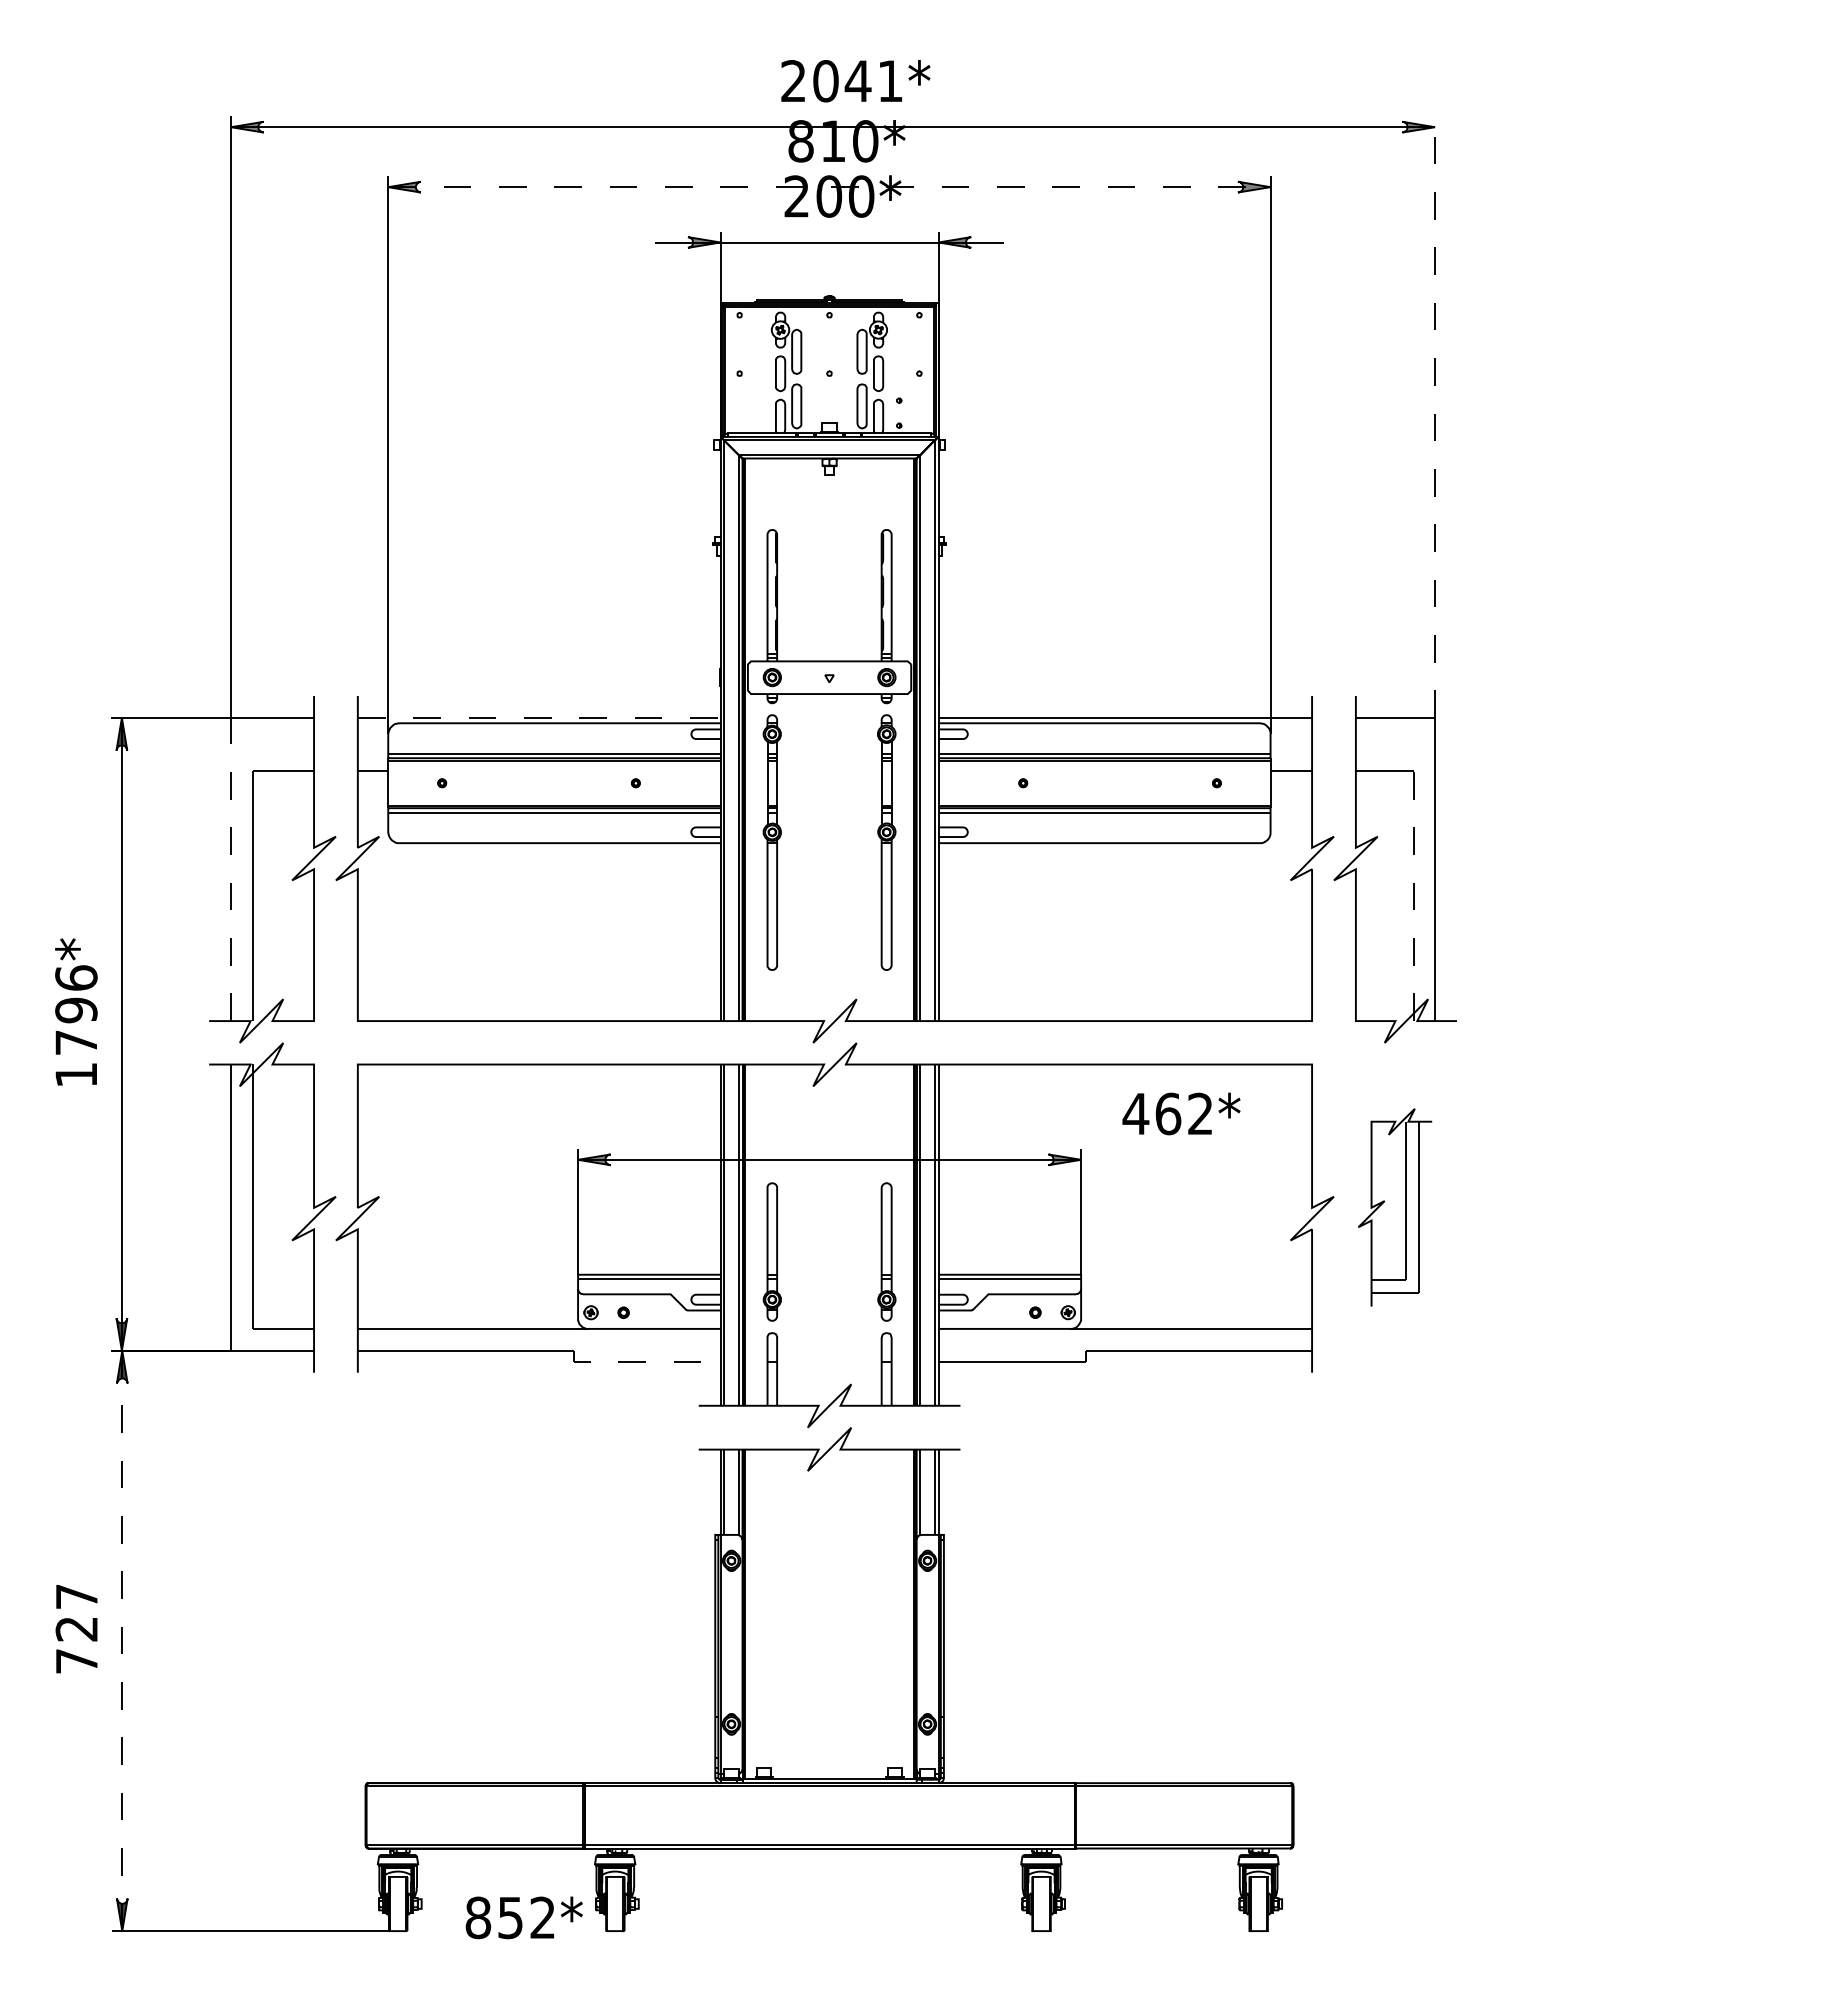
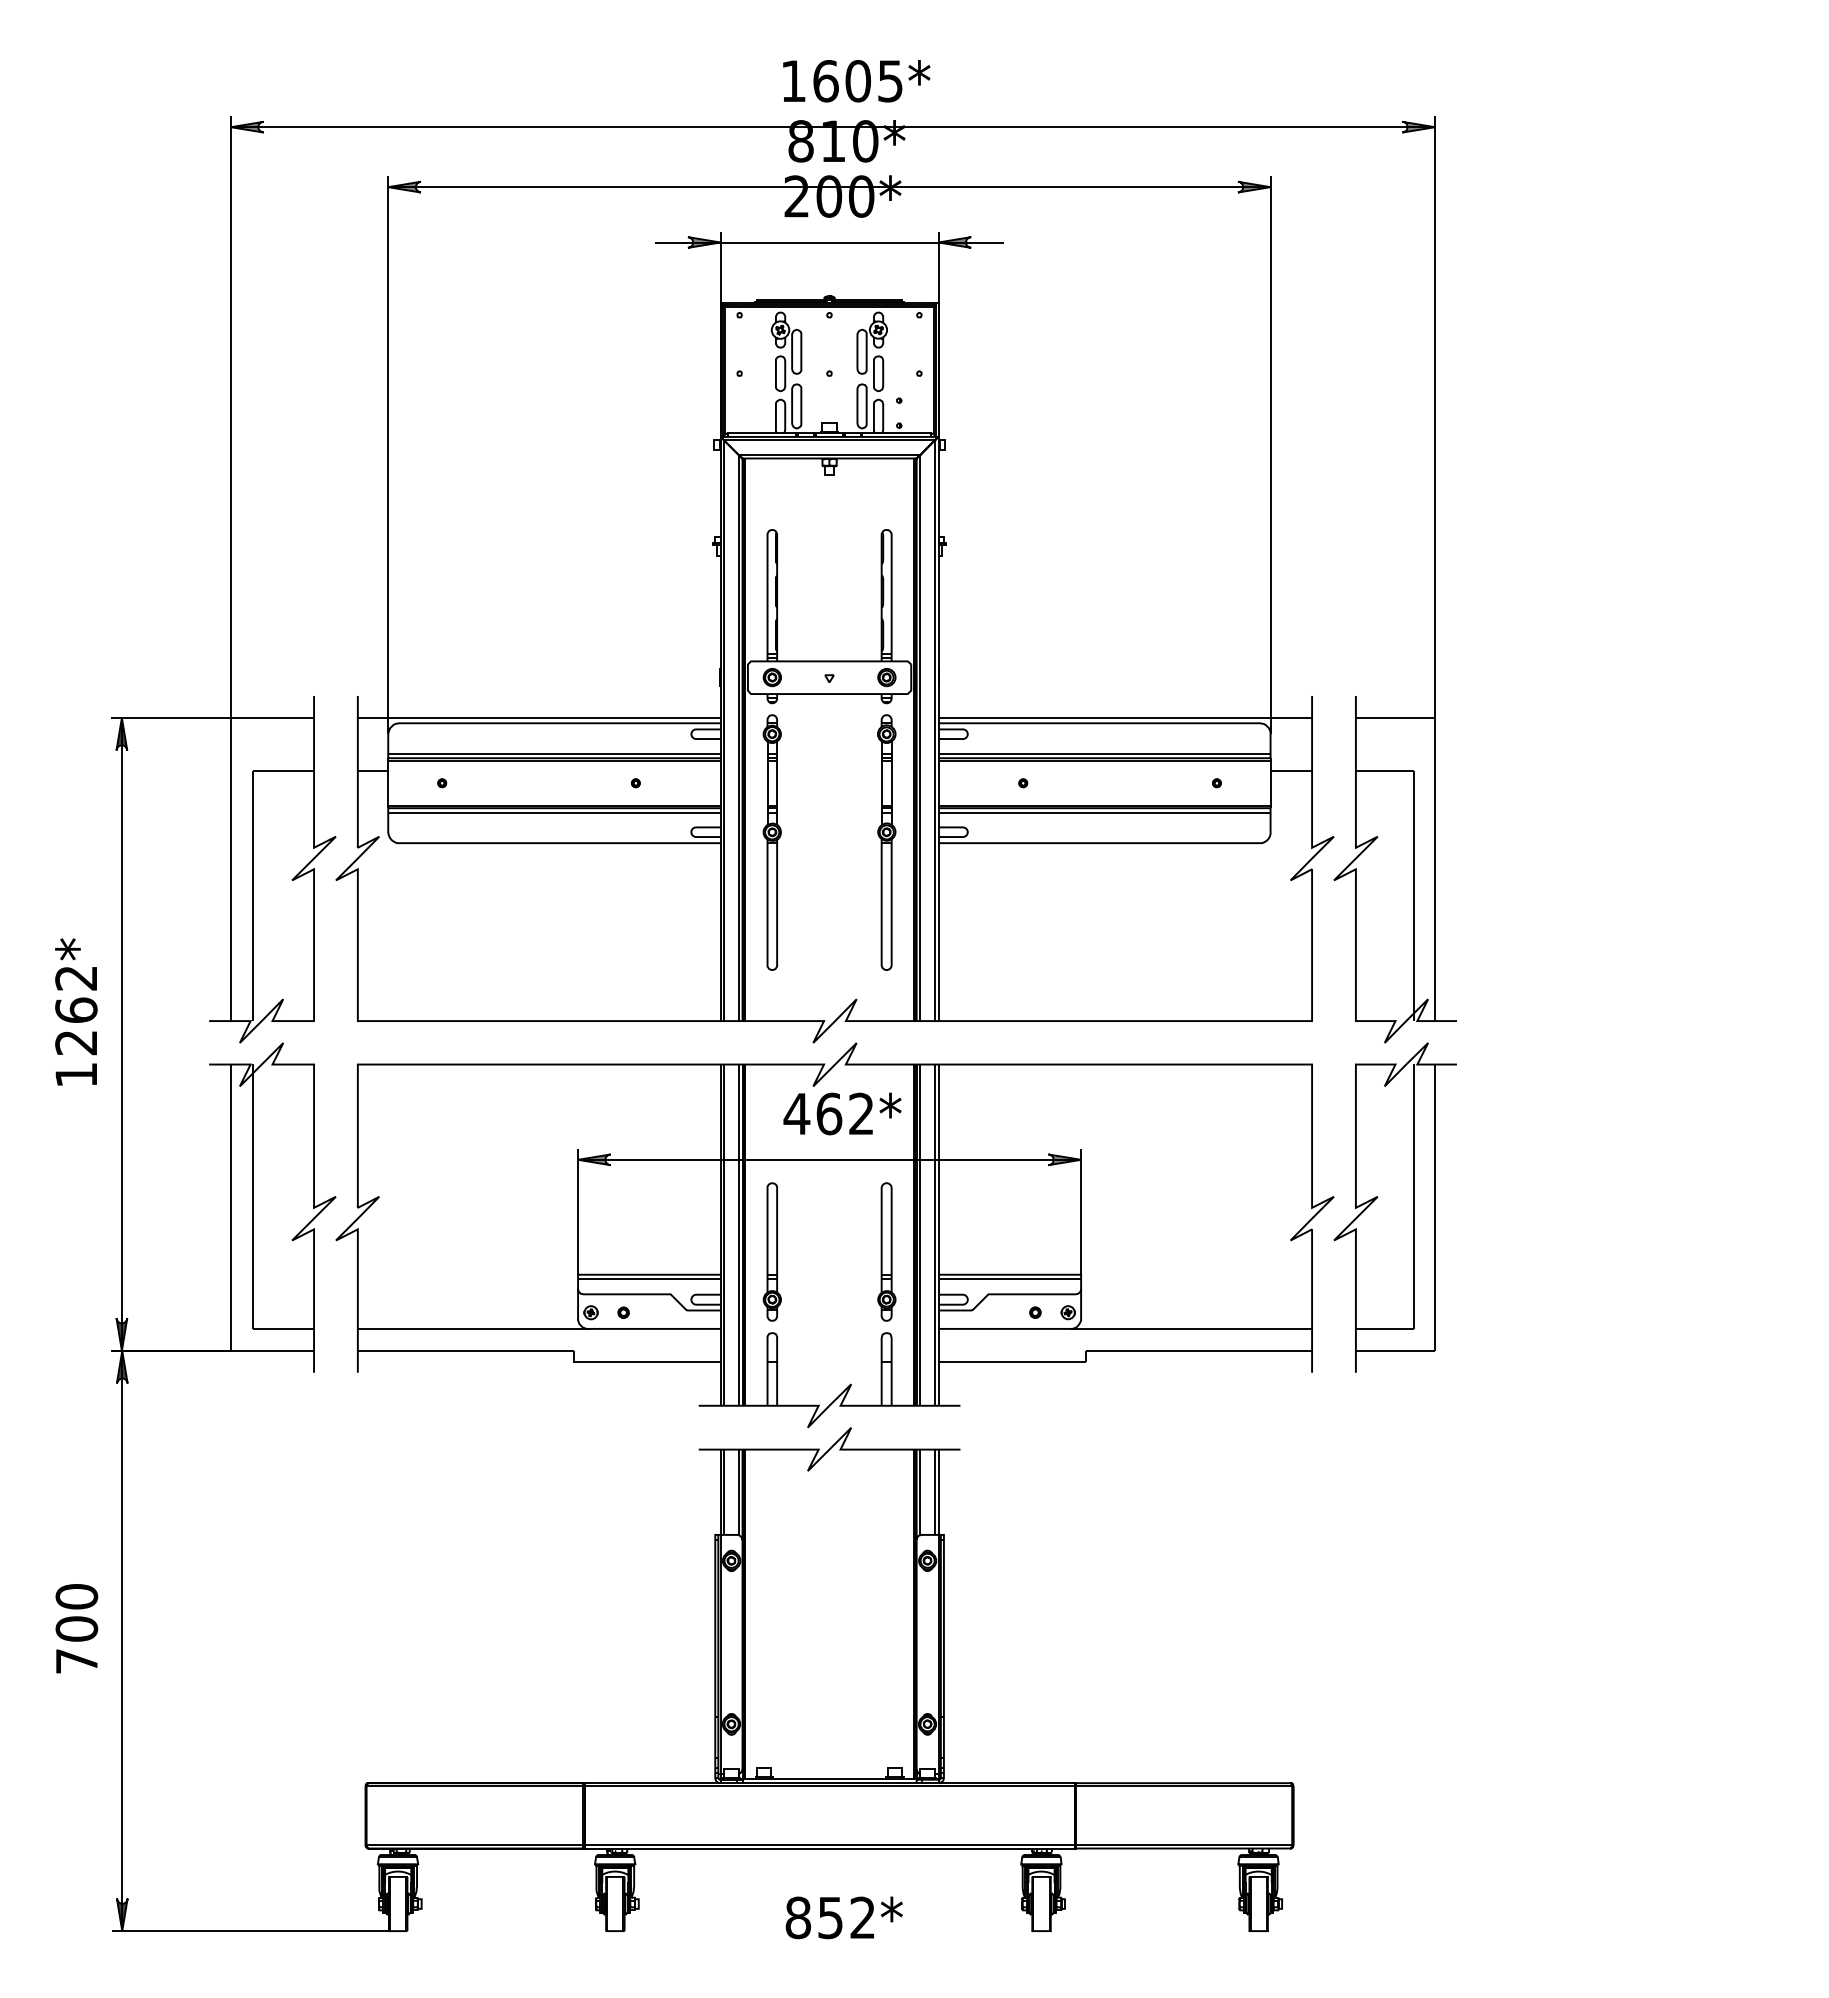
text at (841, 81): 2041* -> 1605*
line at (829, 187): dashed -> solid
line at (1435, 416): dashed -> solid
line at (539, 717): dashed -> solid
line at (231, 869): dashed -> solid
line at (1413, 895): dashed -> solid
text at (76, 1010): 1796* -> 1262*
text at (1181, 1113) position: (1181, 1113) -> (842, 1113)
part at (1395, 1207) size: 75x199 px -> 124x331 px
line at (641, 1361): dashed -> solid
text at (76, 1612): 727 -> 700
line at (122, 1640): dashed -> solid
text at (523, 1917) position: (523, 1917) -> (843, 1917)
